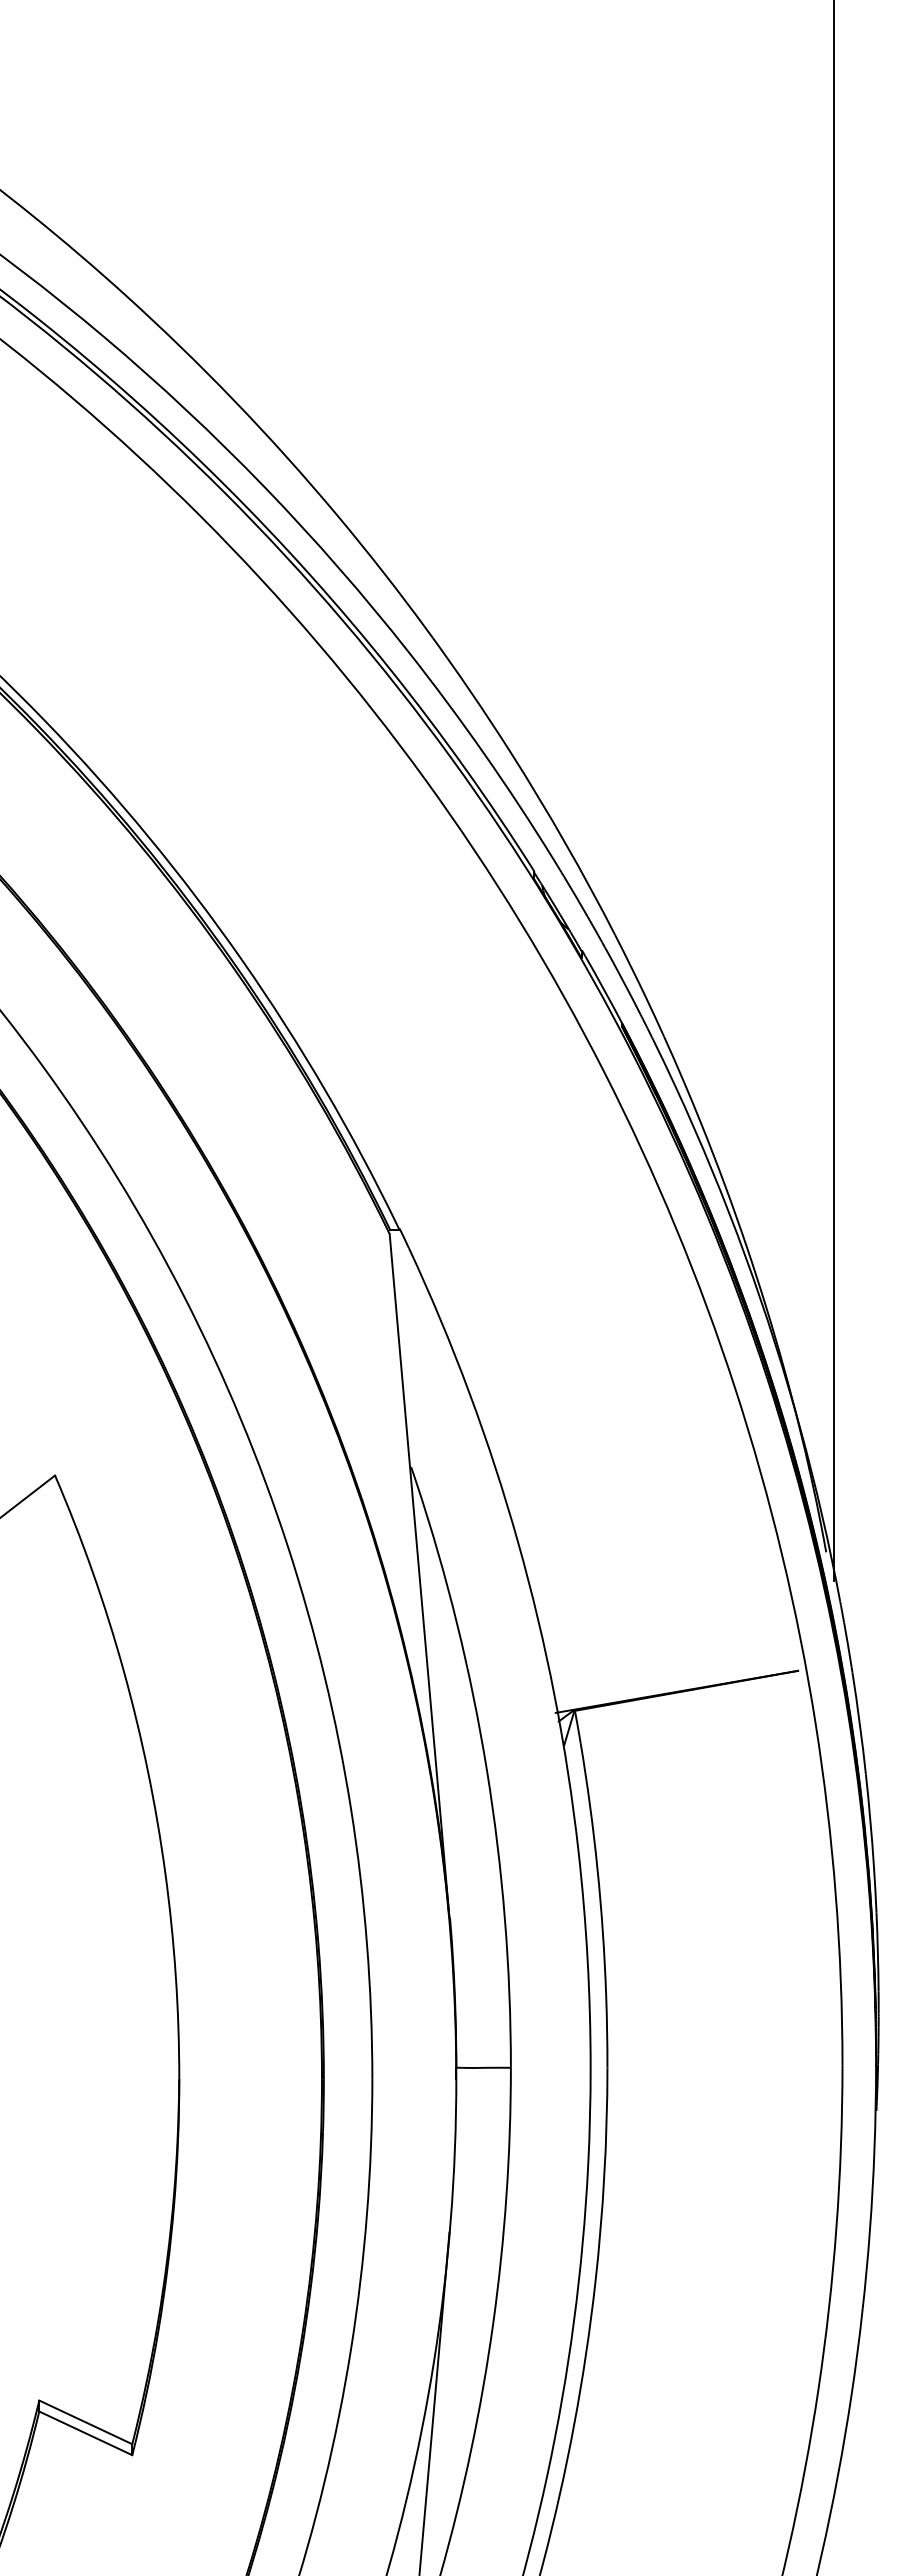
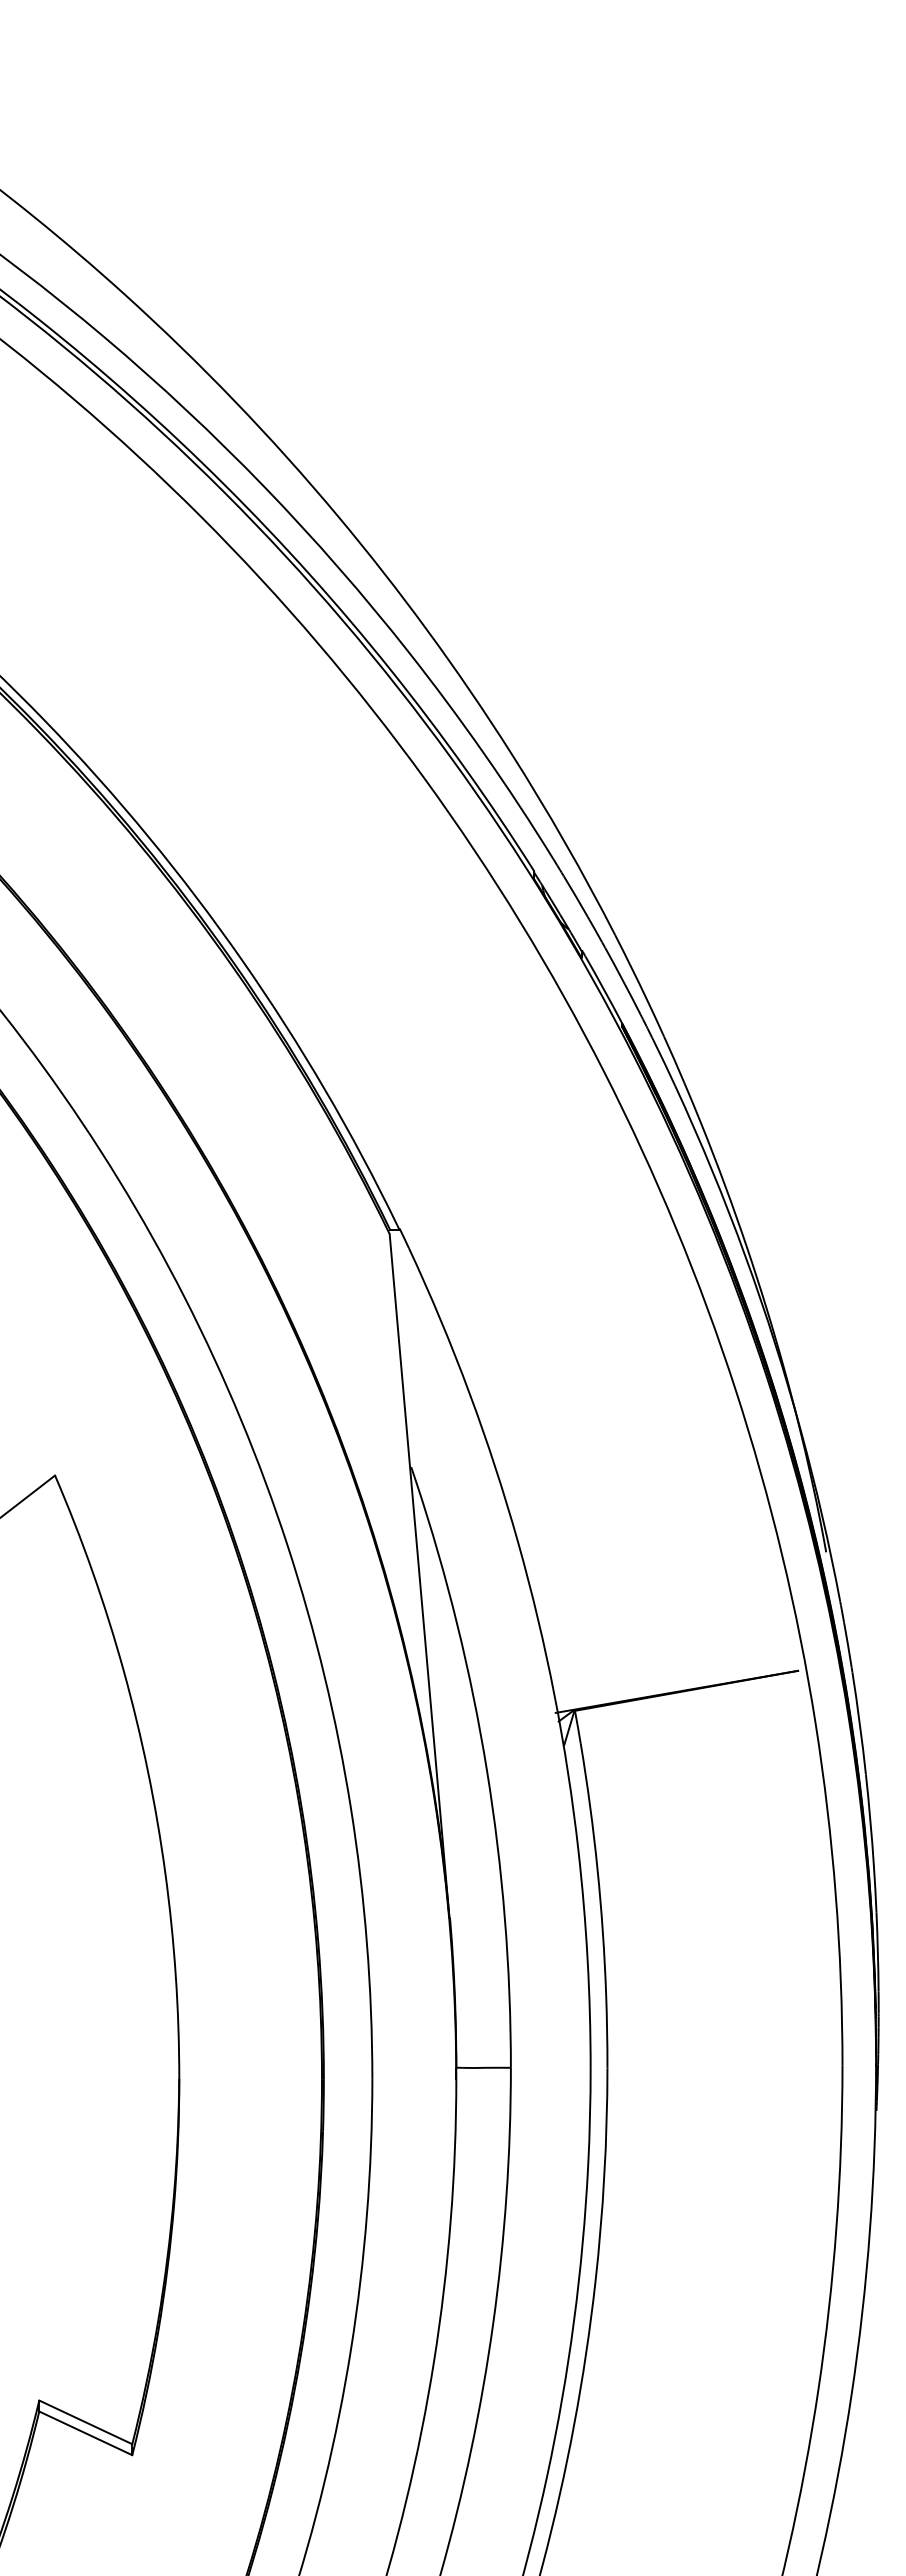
line at (834, 791): present -> none
line at (434, 2402): present -> none
